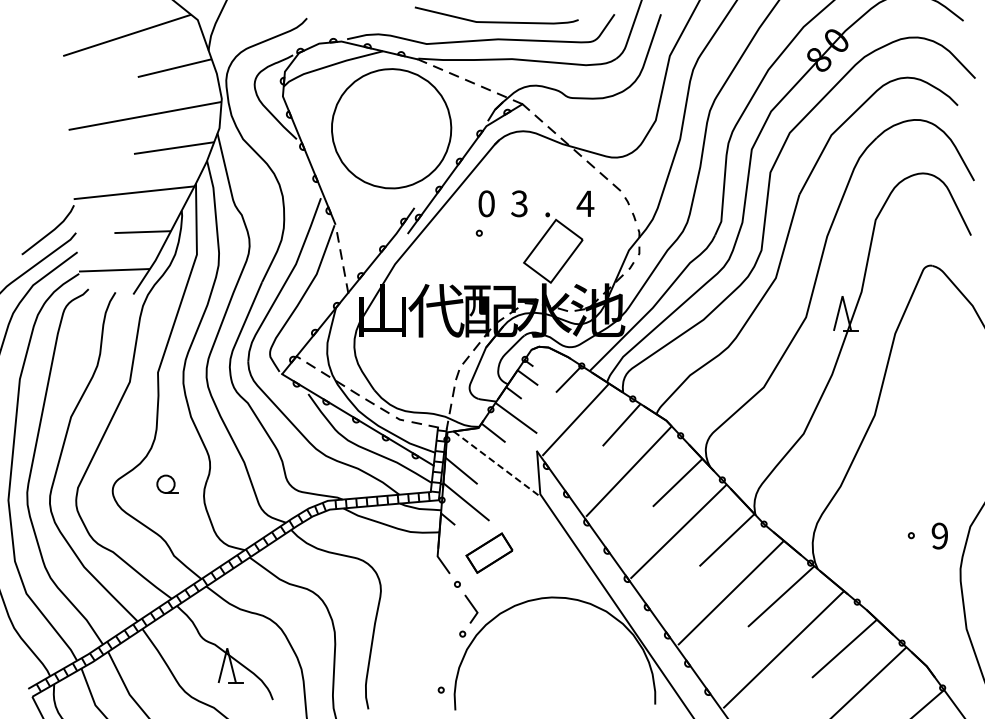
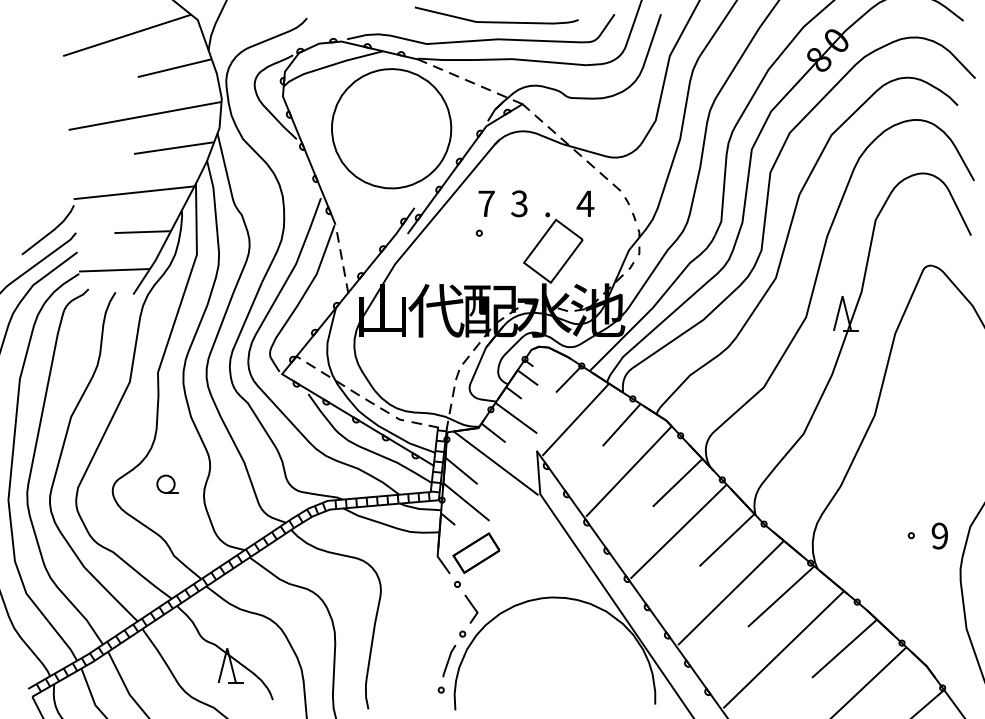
text at (486, 203): 0 -> 7
line at (496, 463): dashed -> solid
part at (489, 552) position: (489, 552) -> (476, 552)
line at (449, 661): none -> present
